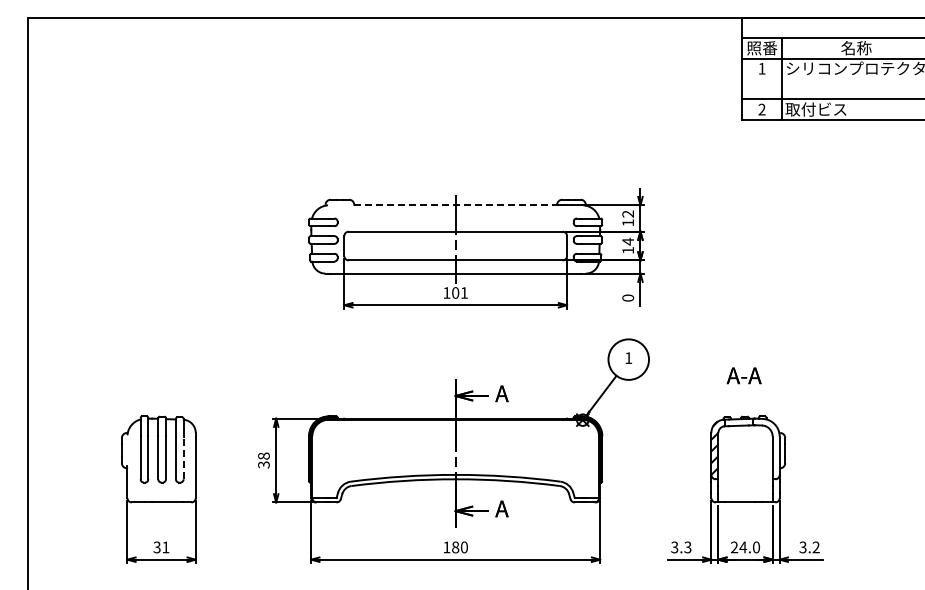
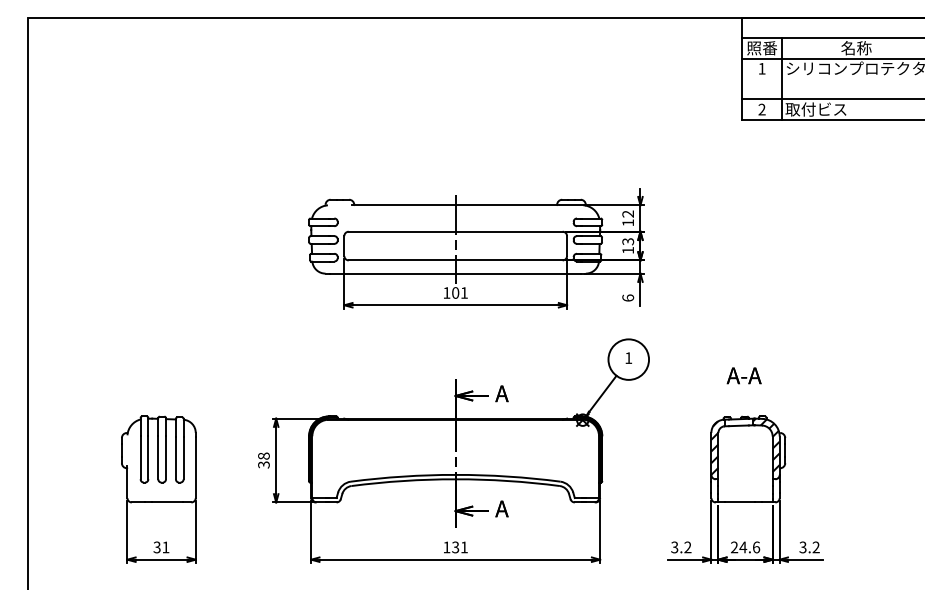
line at (455, 205): dashed -> solid
text at (628, 241): 14 -> 13
text at (627, 297): 0 -> 6
hatch at (766, 448): none -> present
line at (183, 457): dashed -> solid
text at (459, 547): 180 -> 131
text at (687, 547): 3.3 -> 3.2
text at (756, 547): 24.0 -> 24.6
